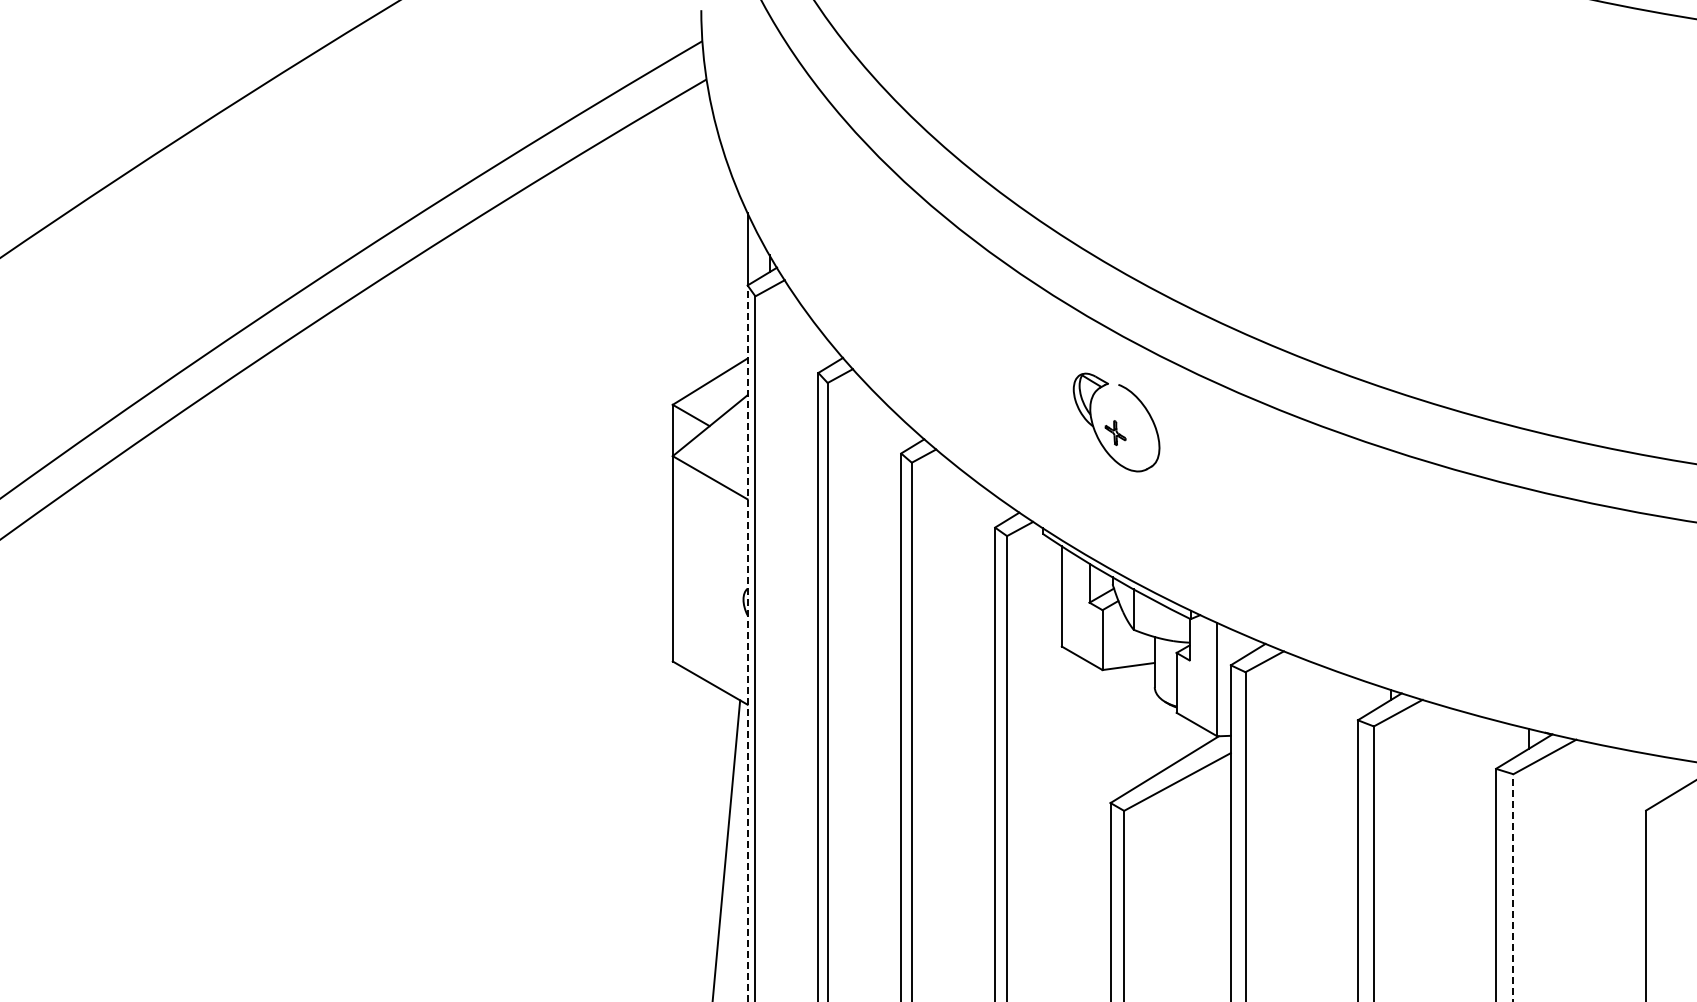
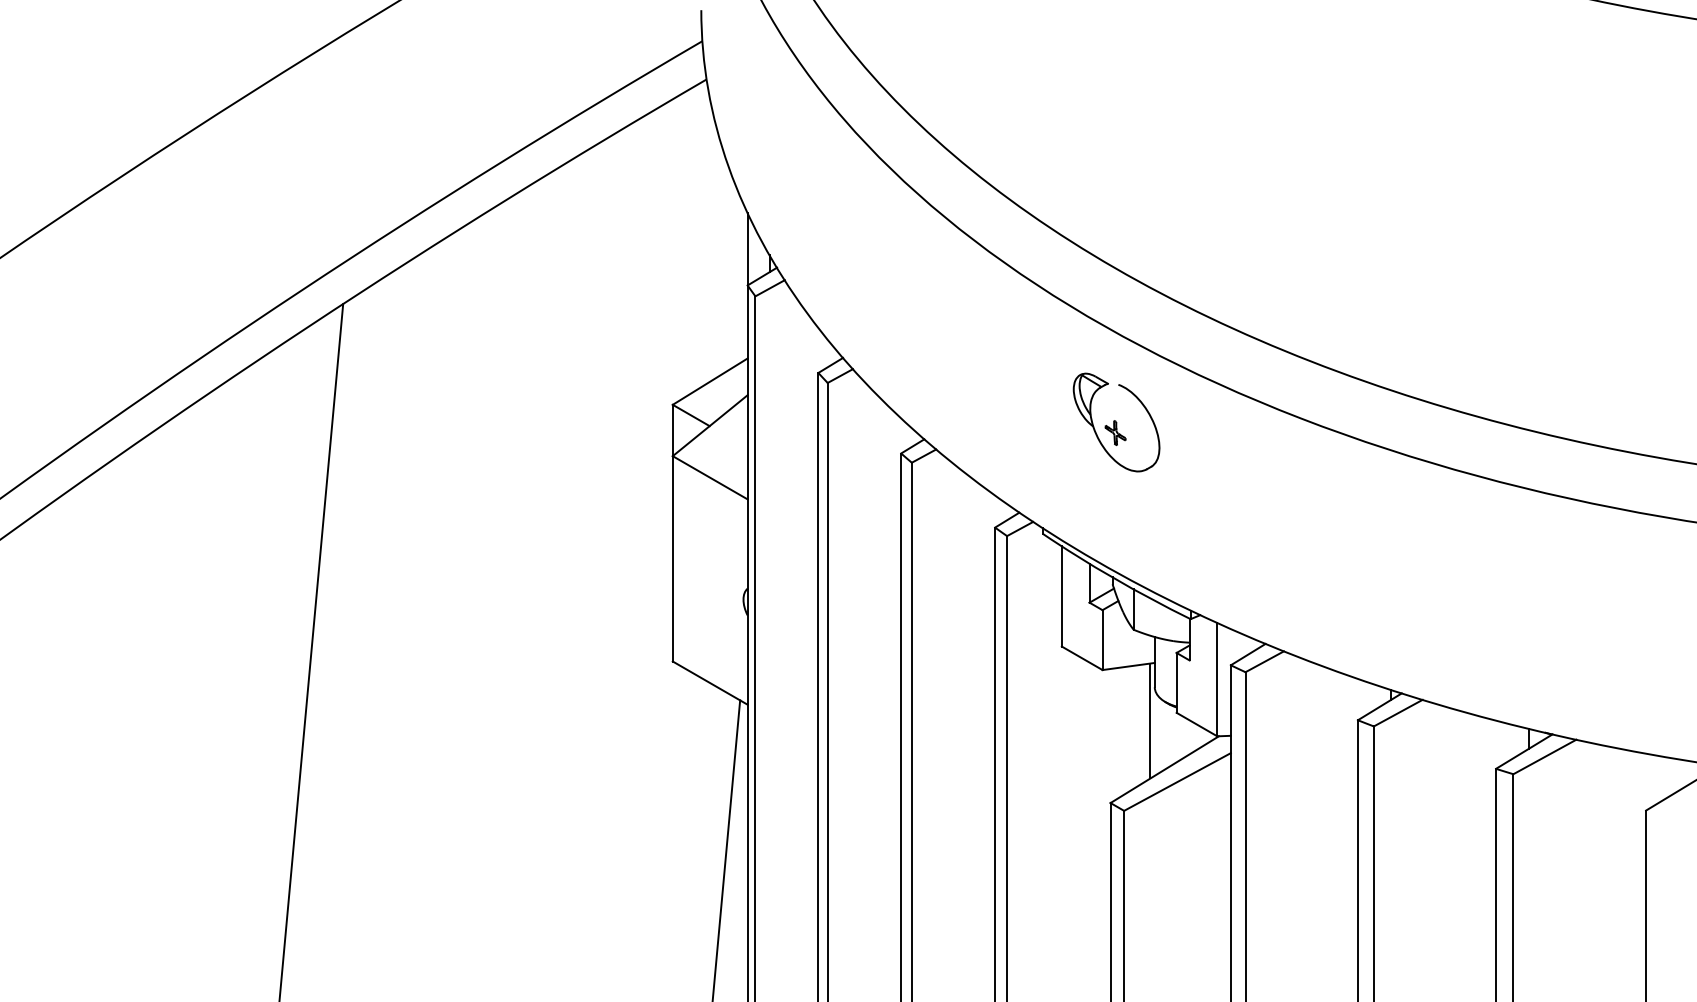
line at (747, 643): dashed -> solid
line at (311, 651): none -> present
line at (1150, 720): none -> present
line at (1513, 887): dashed -> solid
